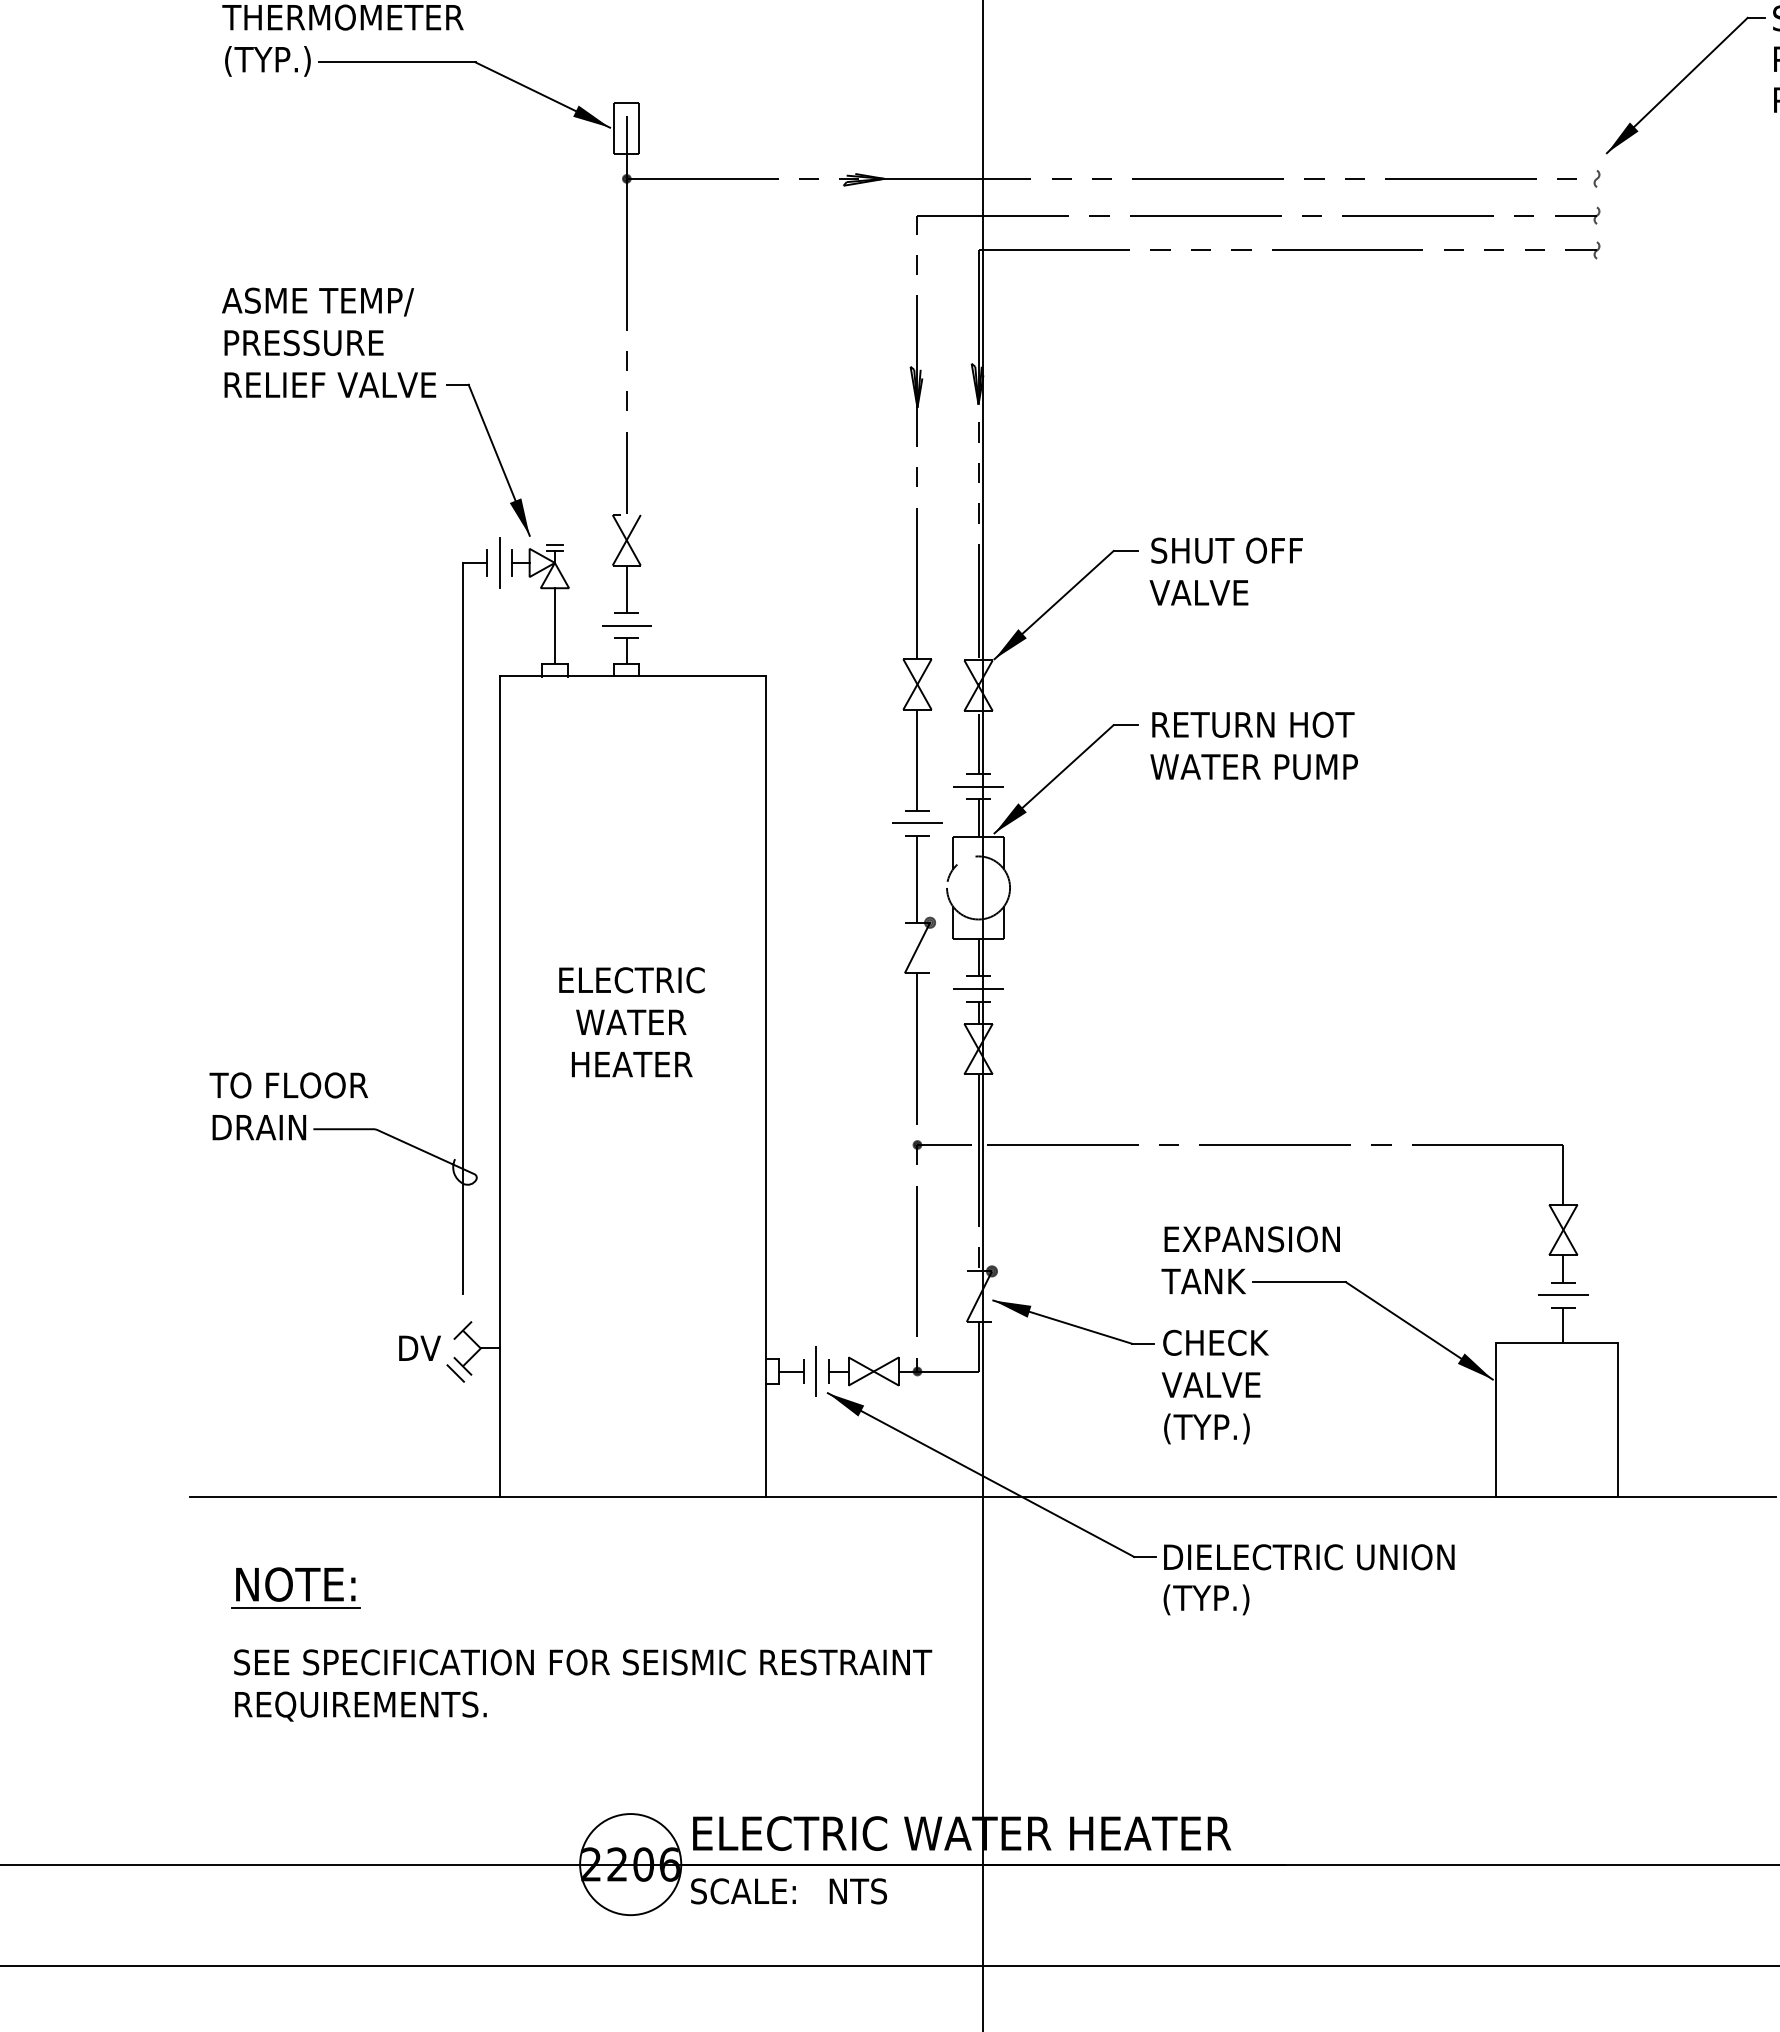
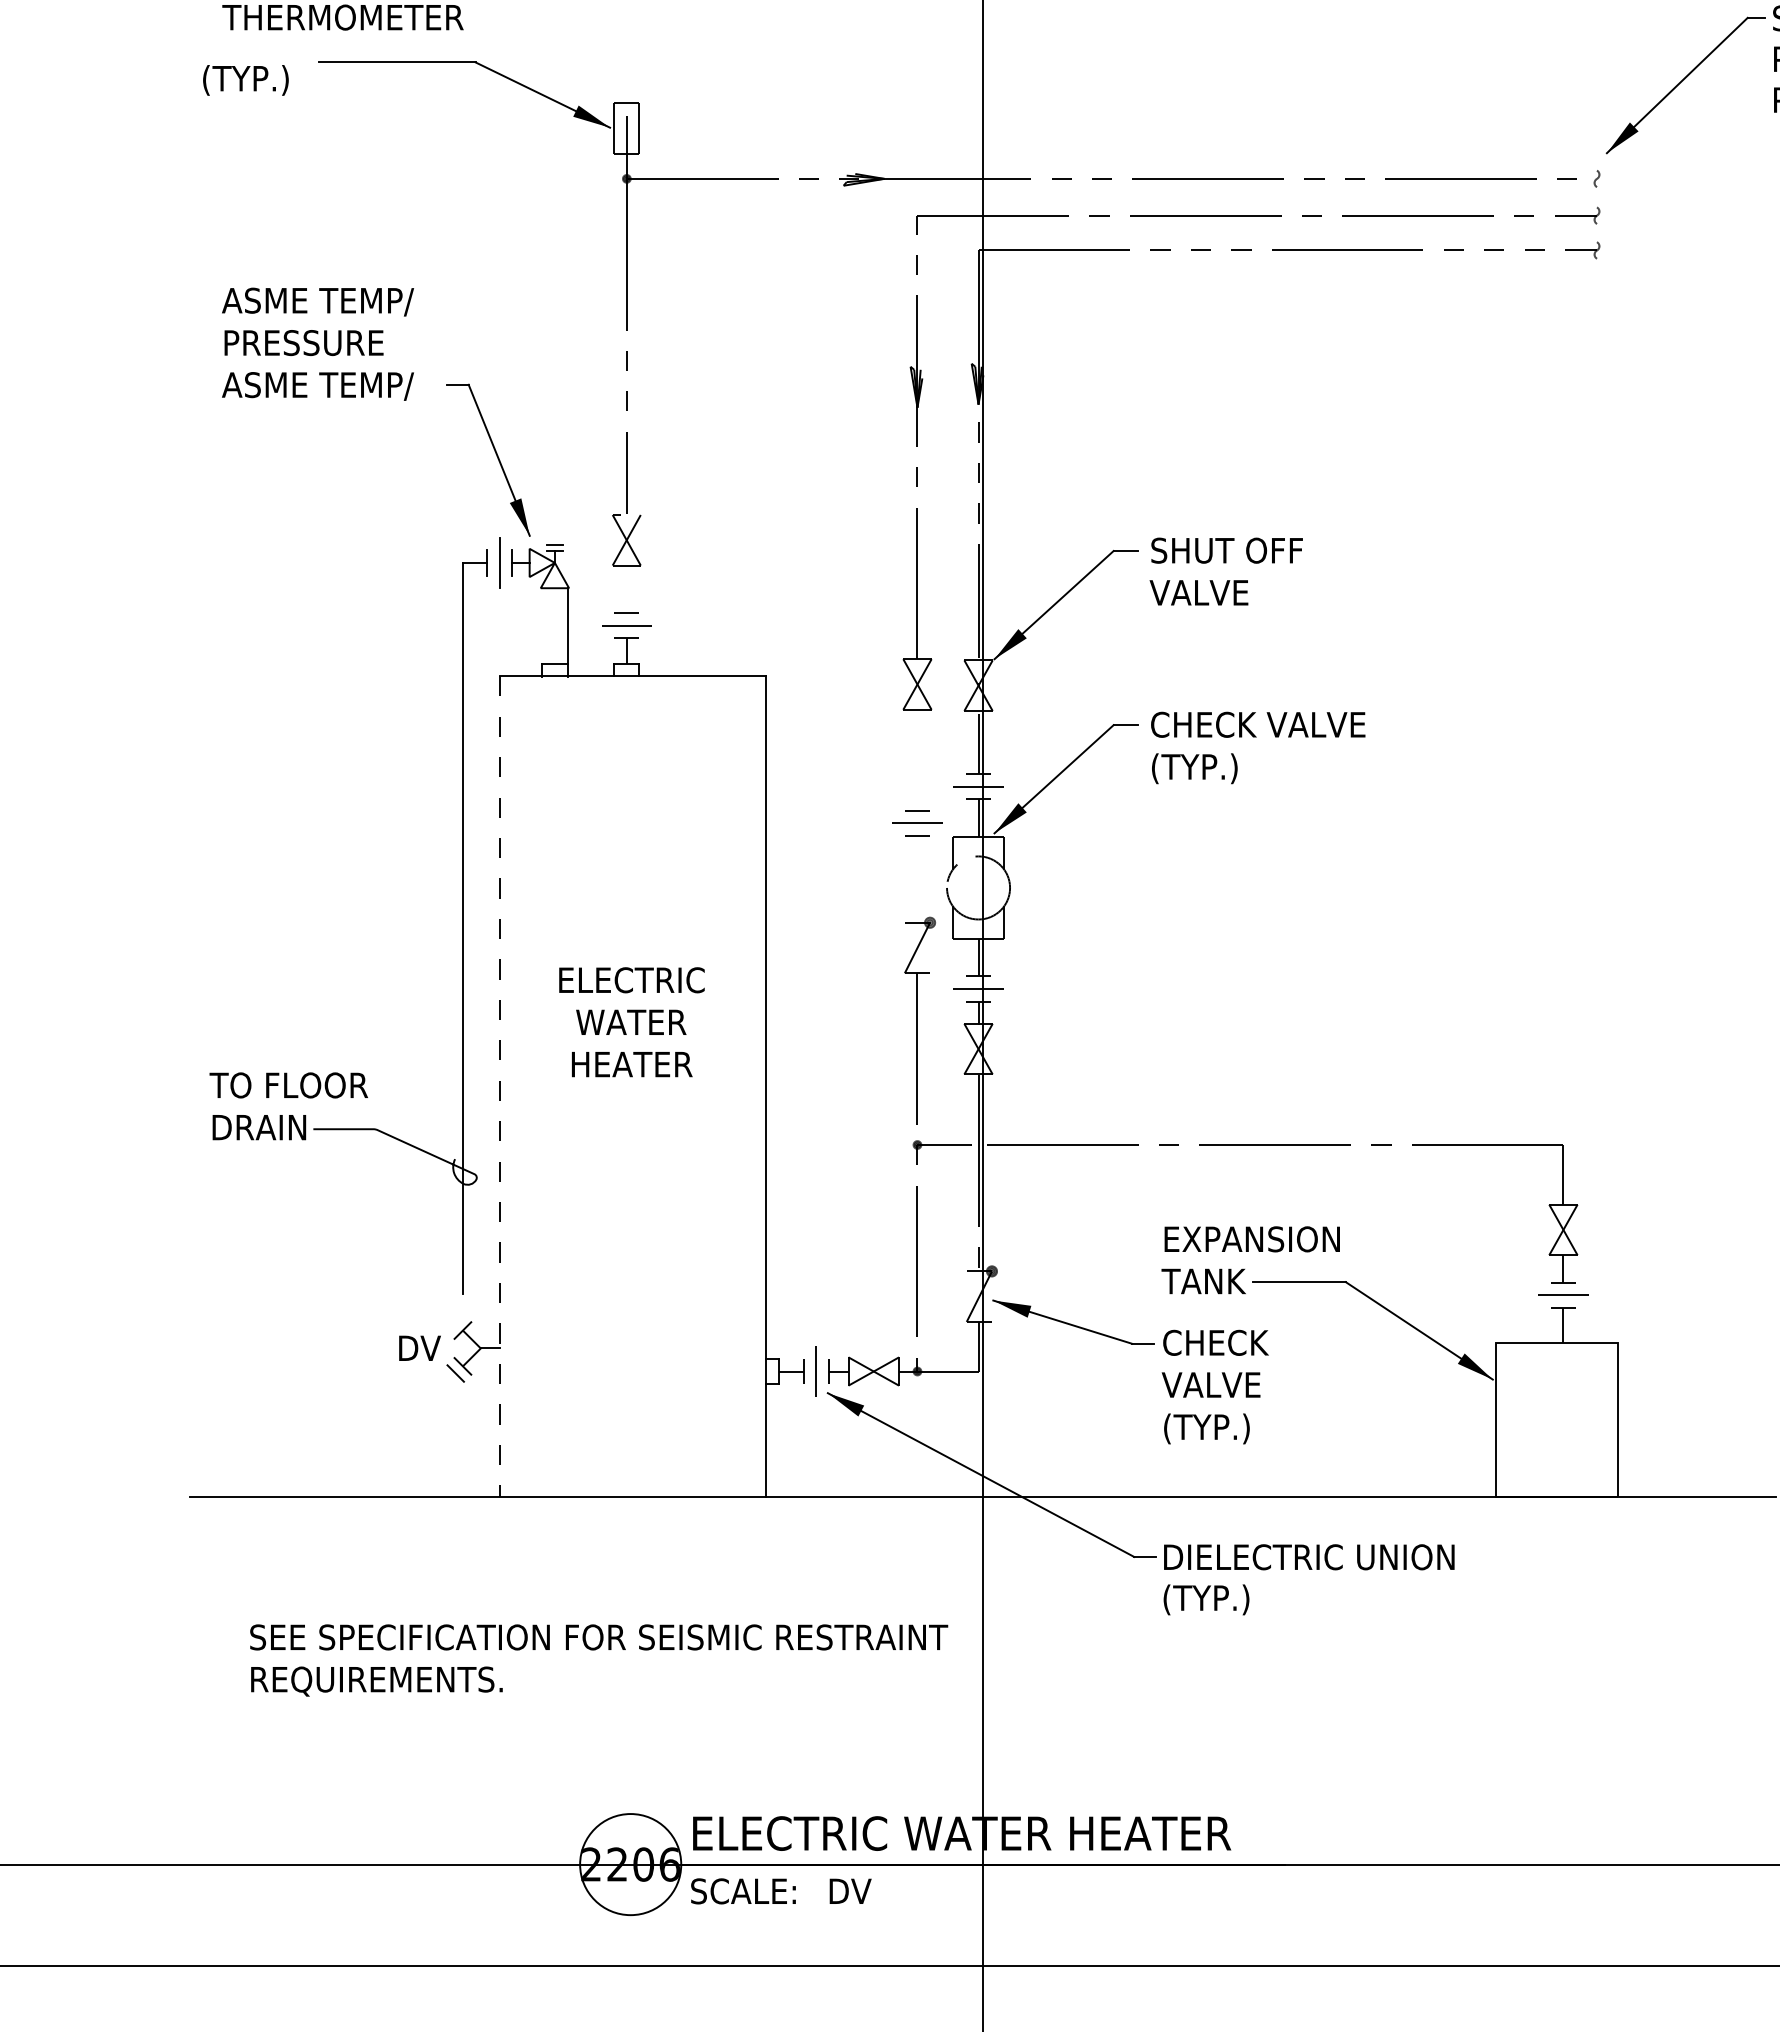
text at (267, 61) position: (267, 61) -> (245, 80)
text at (329, 386): RELIEF VALVE -> ASME TEMP/
line at (626, 589): present -> none
line at (554, 625) position: (554, 625) -> (567, 625)
text at (1257, 747): RETURN HOT WATER PUMP -> CHECK VALVE (TYP.)
line at (917, 759): present -> none
line at (917, 878): present -> none
line at (500, 1086): solid -> dashed
part at (295, 1587): present -> none
text at (583, 1685) position: (583, 1685) -> (599, 1660)
text at (859, 1891): NTS -> DV
